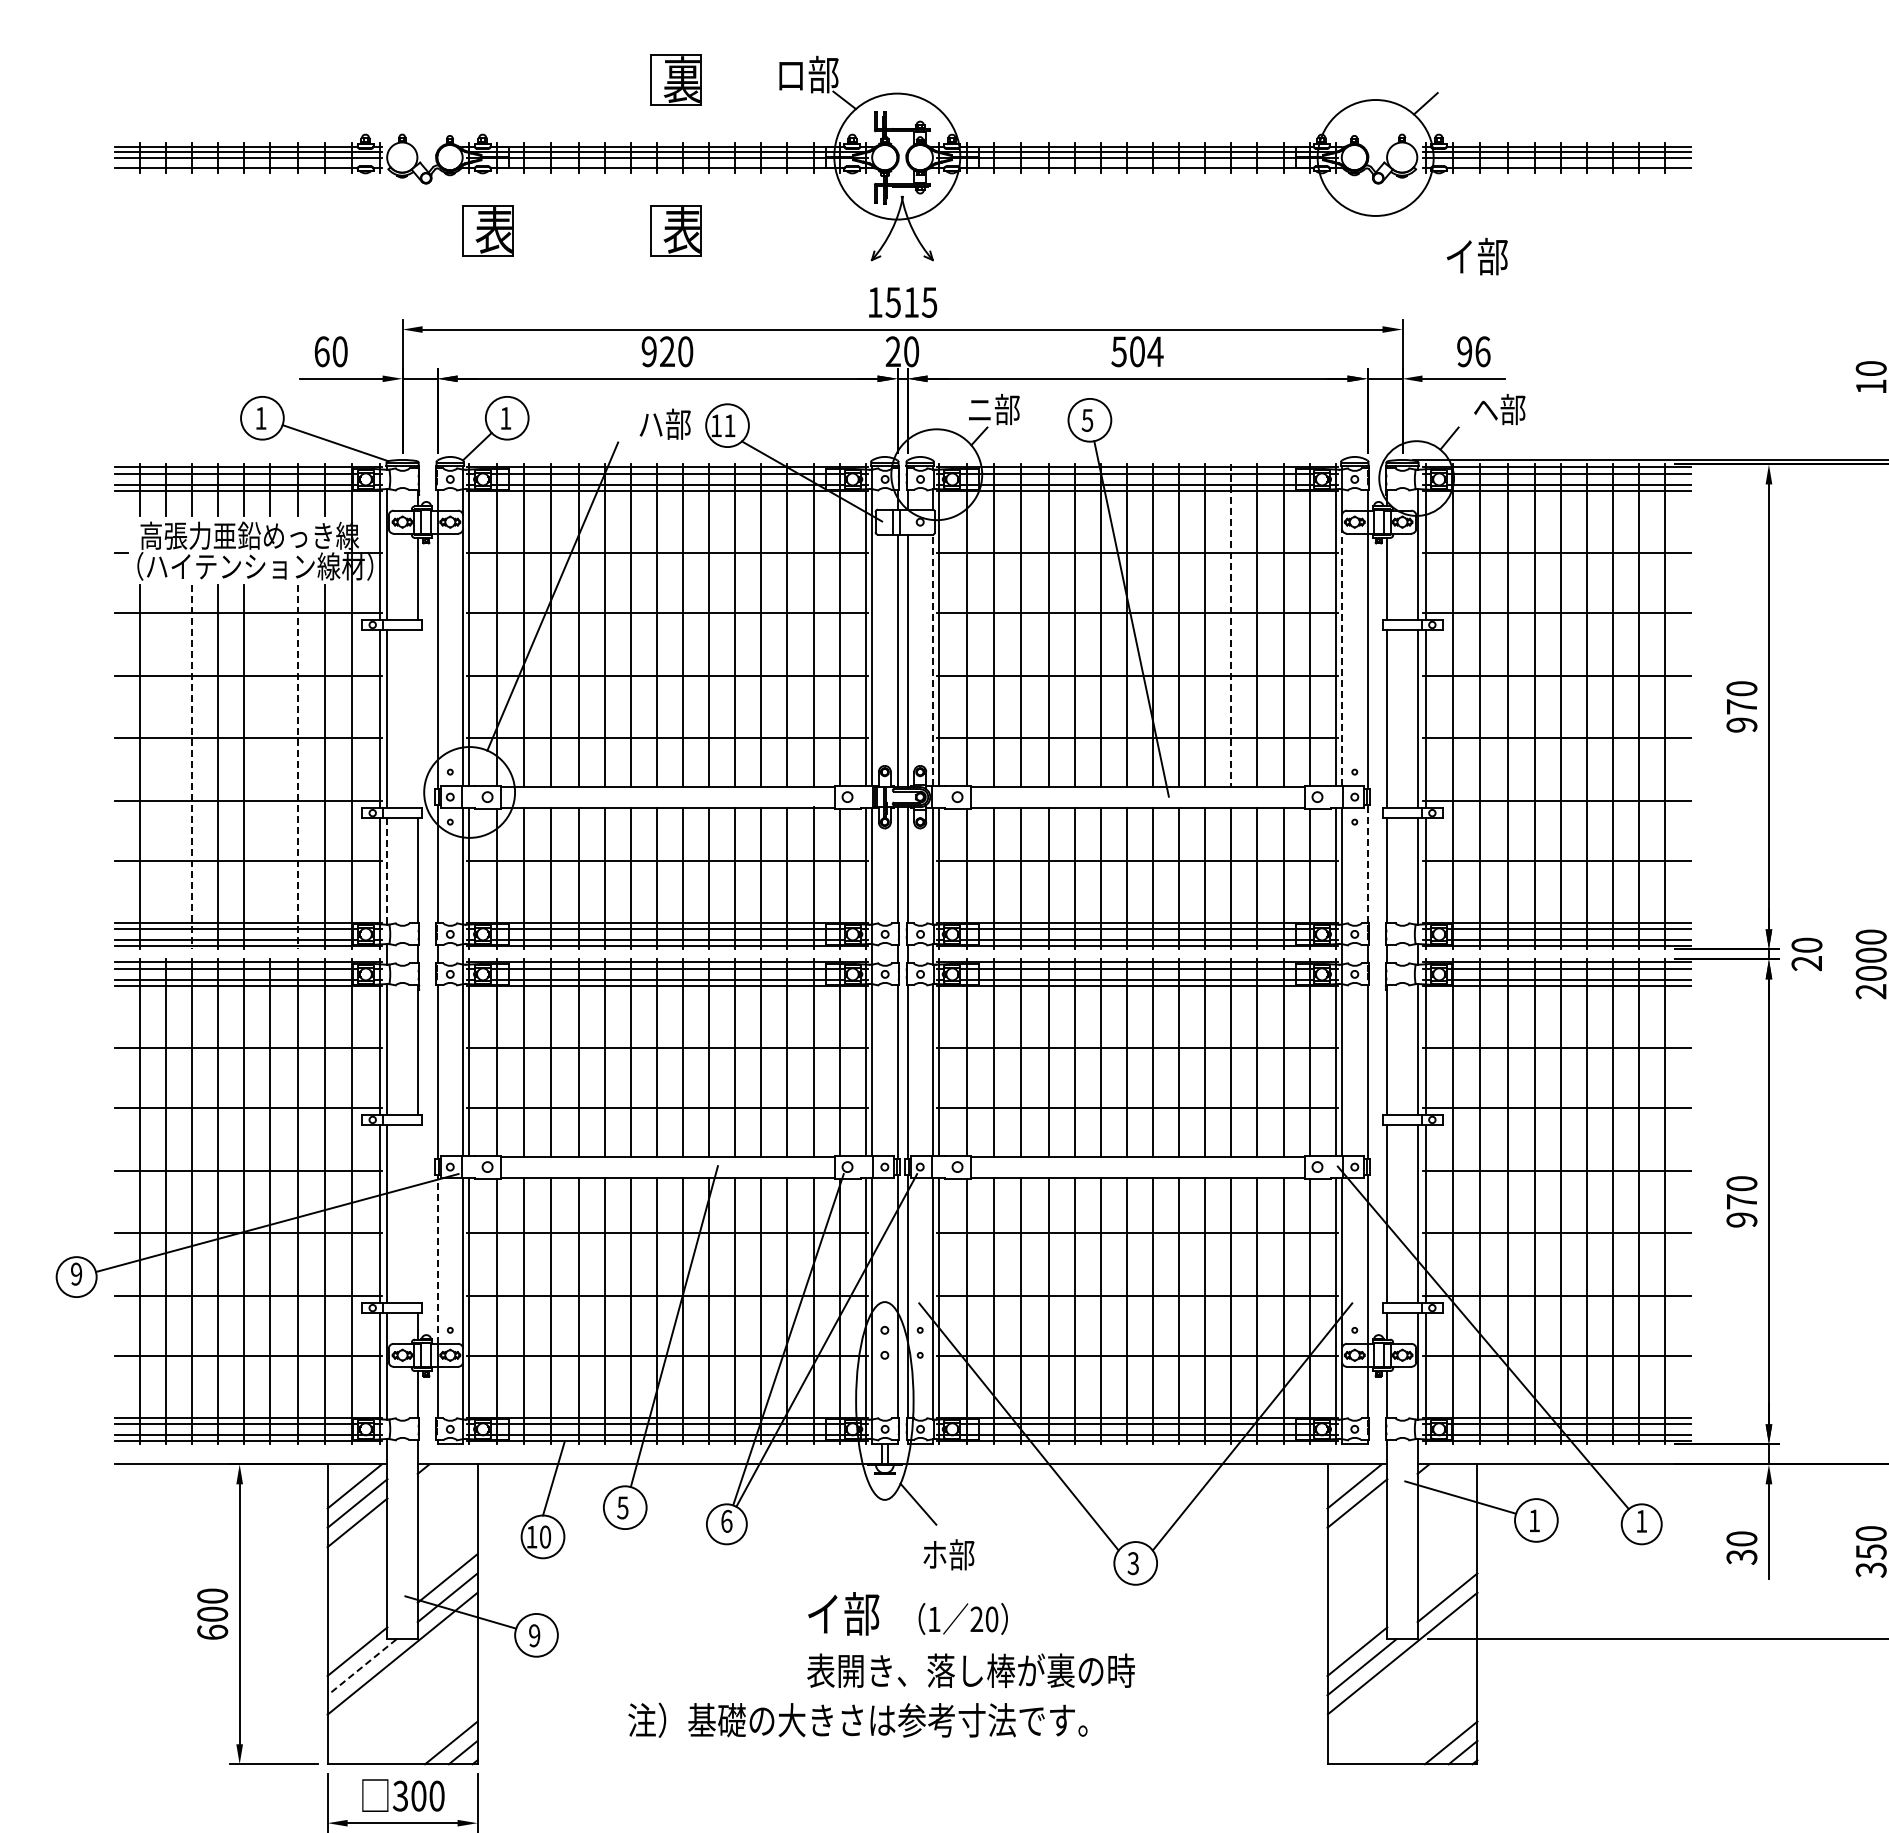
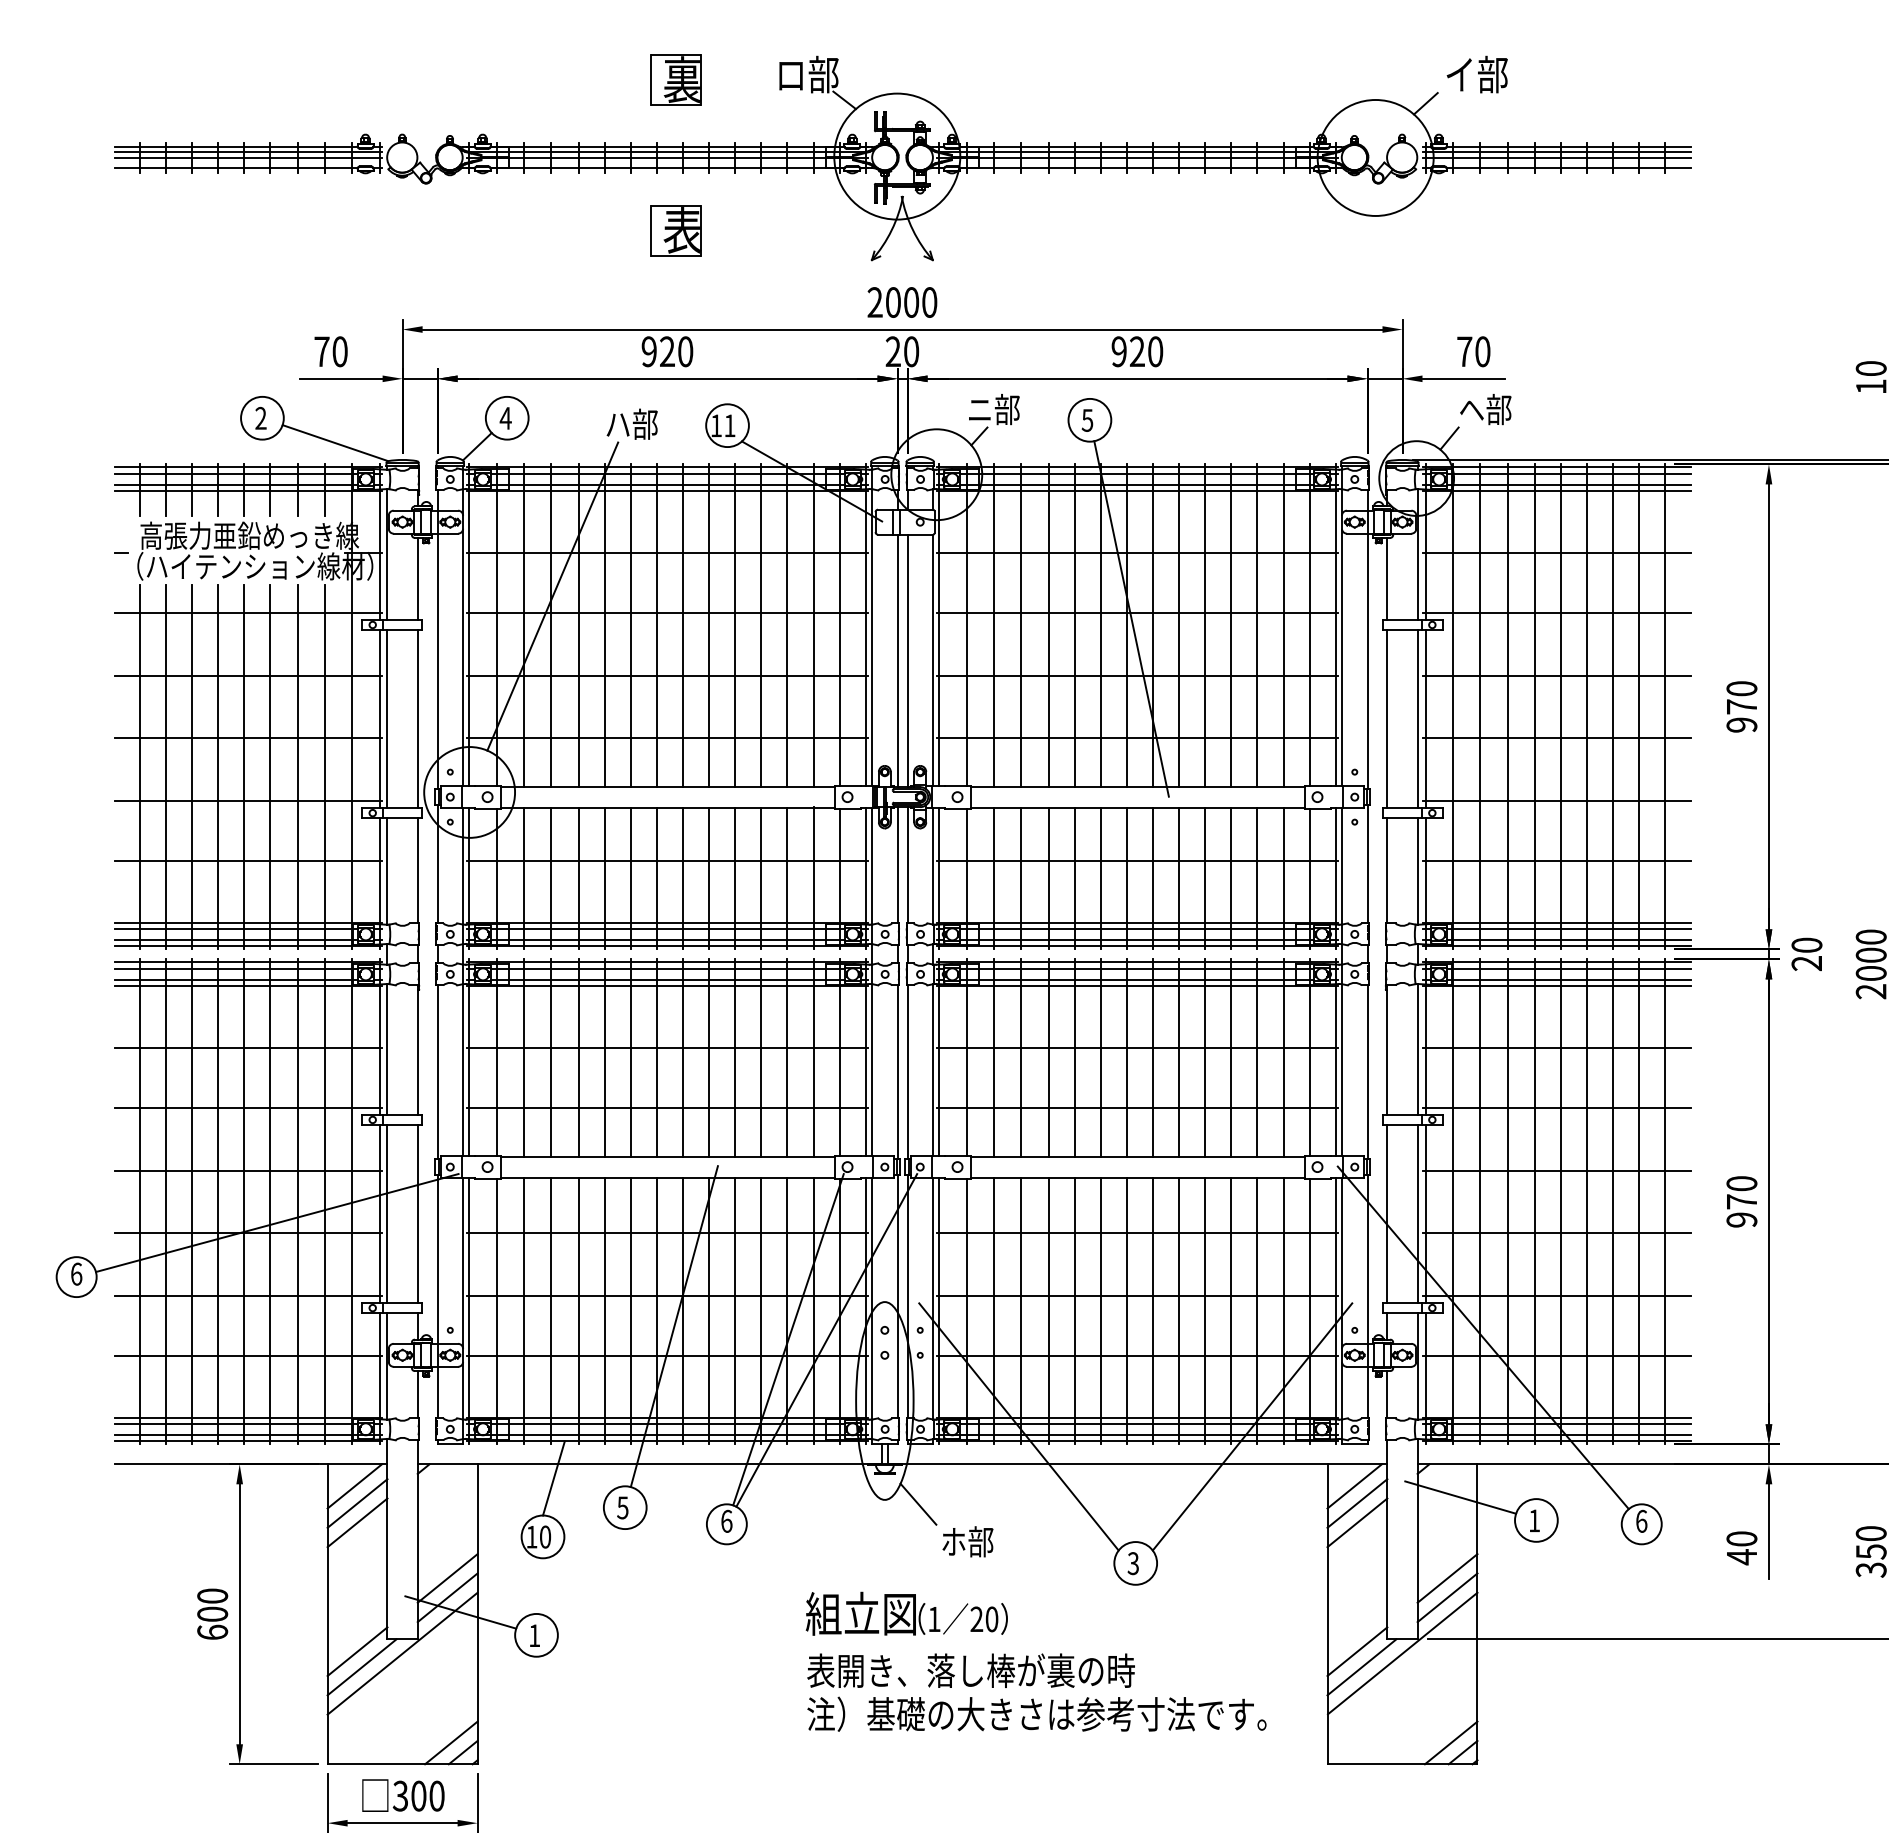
part at (487, 230): present -> none
text at (1476, 256) position: (1476, 256) -> (1476, 74)
text at (902, 302): 1515 -> 2000
text at (321, 351): 60 -> 70
text at (1137, 351): 504 -> 920
text at (1473, 351): 96 -> 70
text at (1499, 409) position: (1499, 409) -> (1485, 409)
text at (260, 417): 1 -> 2
text at (505, 418): 1 -> 4
text at (664, 423) position: (664, 423) -> (631, 423)
line at (1231, 626): dashed -> solid
line at (1342, 657): dashed -> solid
line at (932, 660): dashed -> solid
line at (417, 718): none -> present
line at (165, 767): none -> present
line at (191, 767): dashed -> solid
line at (270, 767): none -> present
line at (297, 767): dashed -> solid
line at (1367, 863): dashed -> solid
line at (387, 871): dashed -> solid
line at (417, 1213): none -> present
line at (437, 1258): dashed -> solid
text at (76, 1273): 9 -> 6
text at (1641, 1520): 1 -> 6
line at (1357, 1522): none -> present
text at (948, 1554) position: (948, 1554) -> (967, 1541)
text at (1741, 1557): 30 -> 40
line at (1447, 1578): none -> present
text at (860, 1613): イ部 -> 組立図
text at (534, 1635): 9 -> 1
line at (361, 1667): dashed -> solid
text at (857, 1719) position: (857, 1719) -> (1036, 1713)
